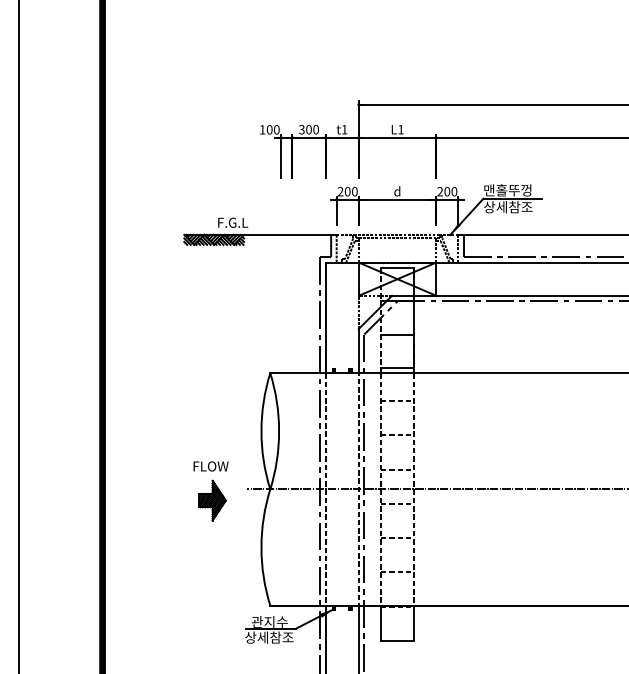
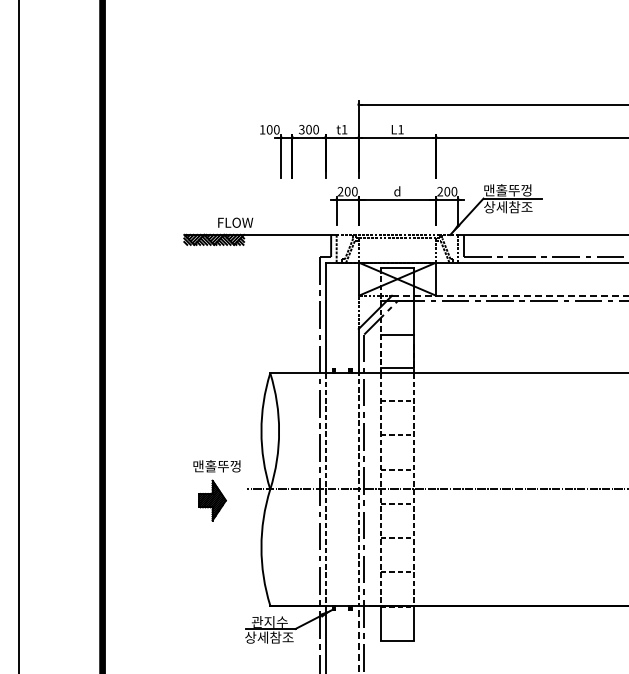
text at (239, 222): F.G.L -> FLOW
line at (510, 295): solid -> dashed
text at (216, 466): FLOW -> 맨홀뚜껑
line at (358, 639): solid -> dashed
